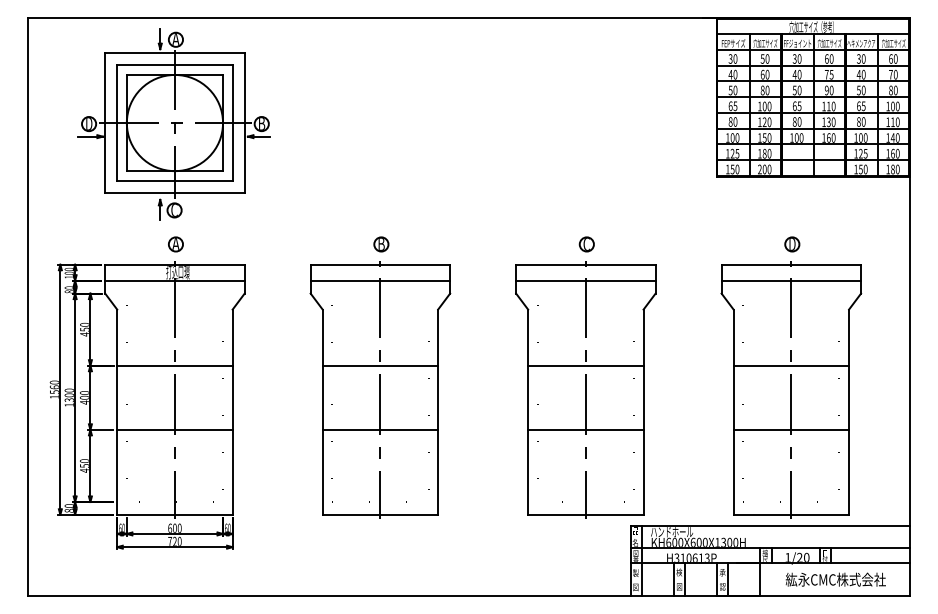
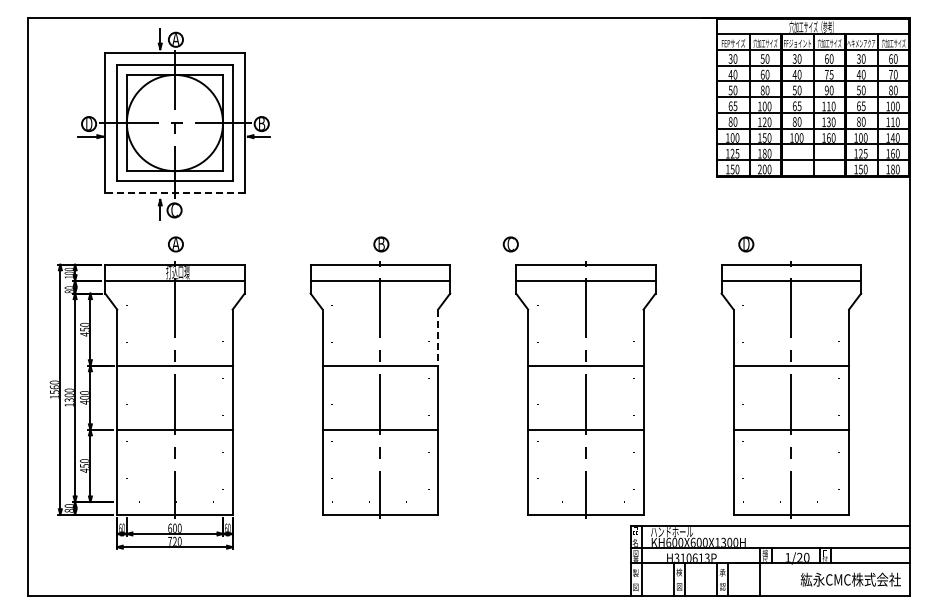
line at (174, 192): solid -> dashed
part at (586, 244) position: (586, 244) -> (510, 244)
part at (792, 244) position: (792, 244) -> (746, 244)
line at (438, 338): solid -> dashed
text at (835, 579) position: (835, 579) -> (850, 579)
